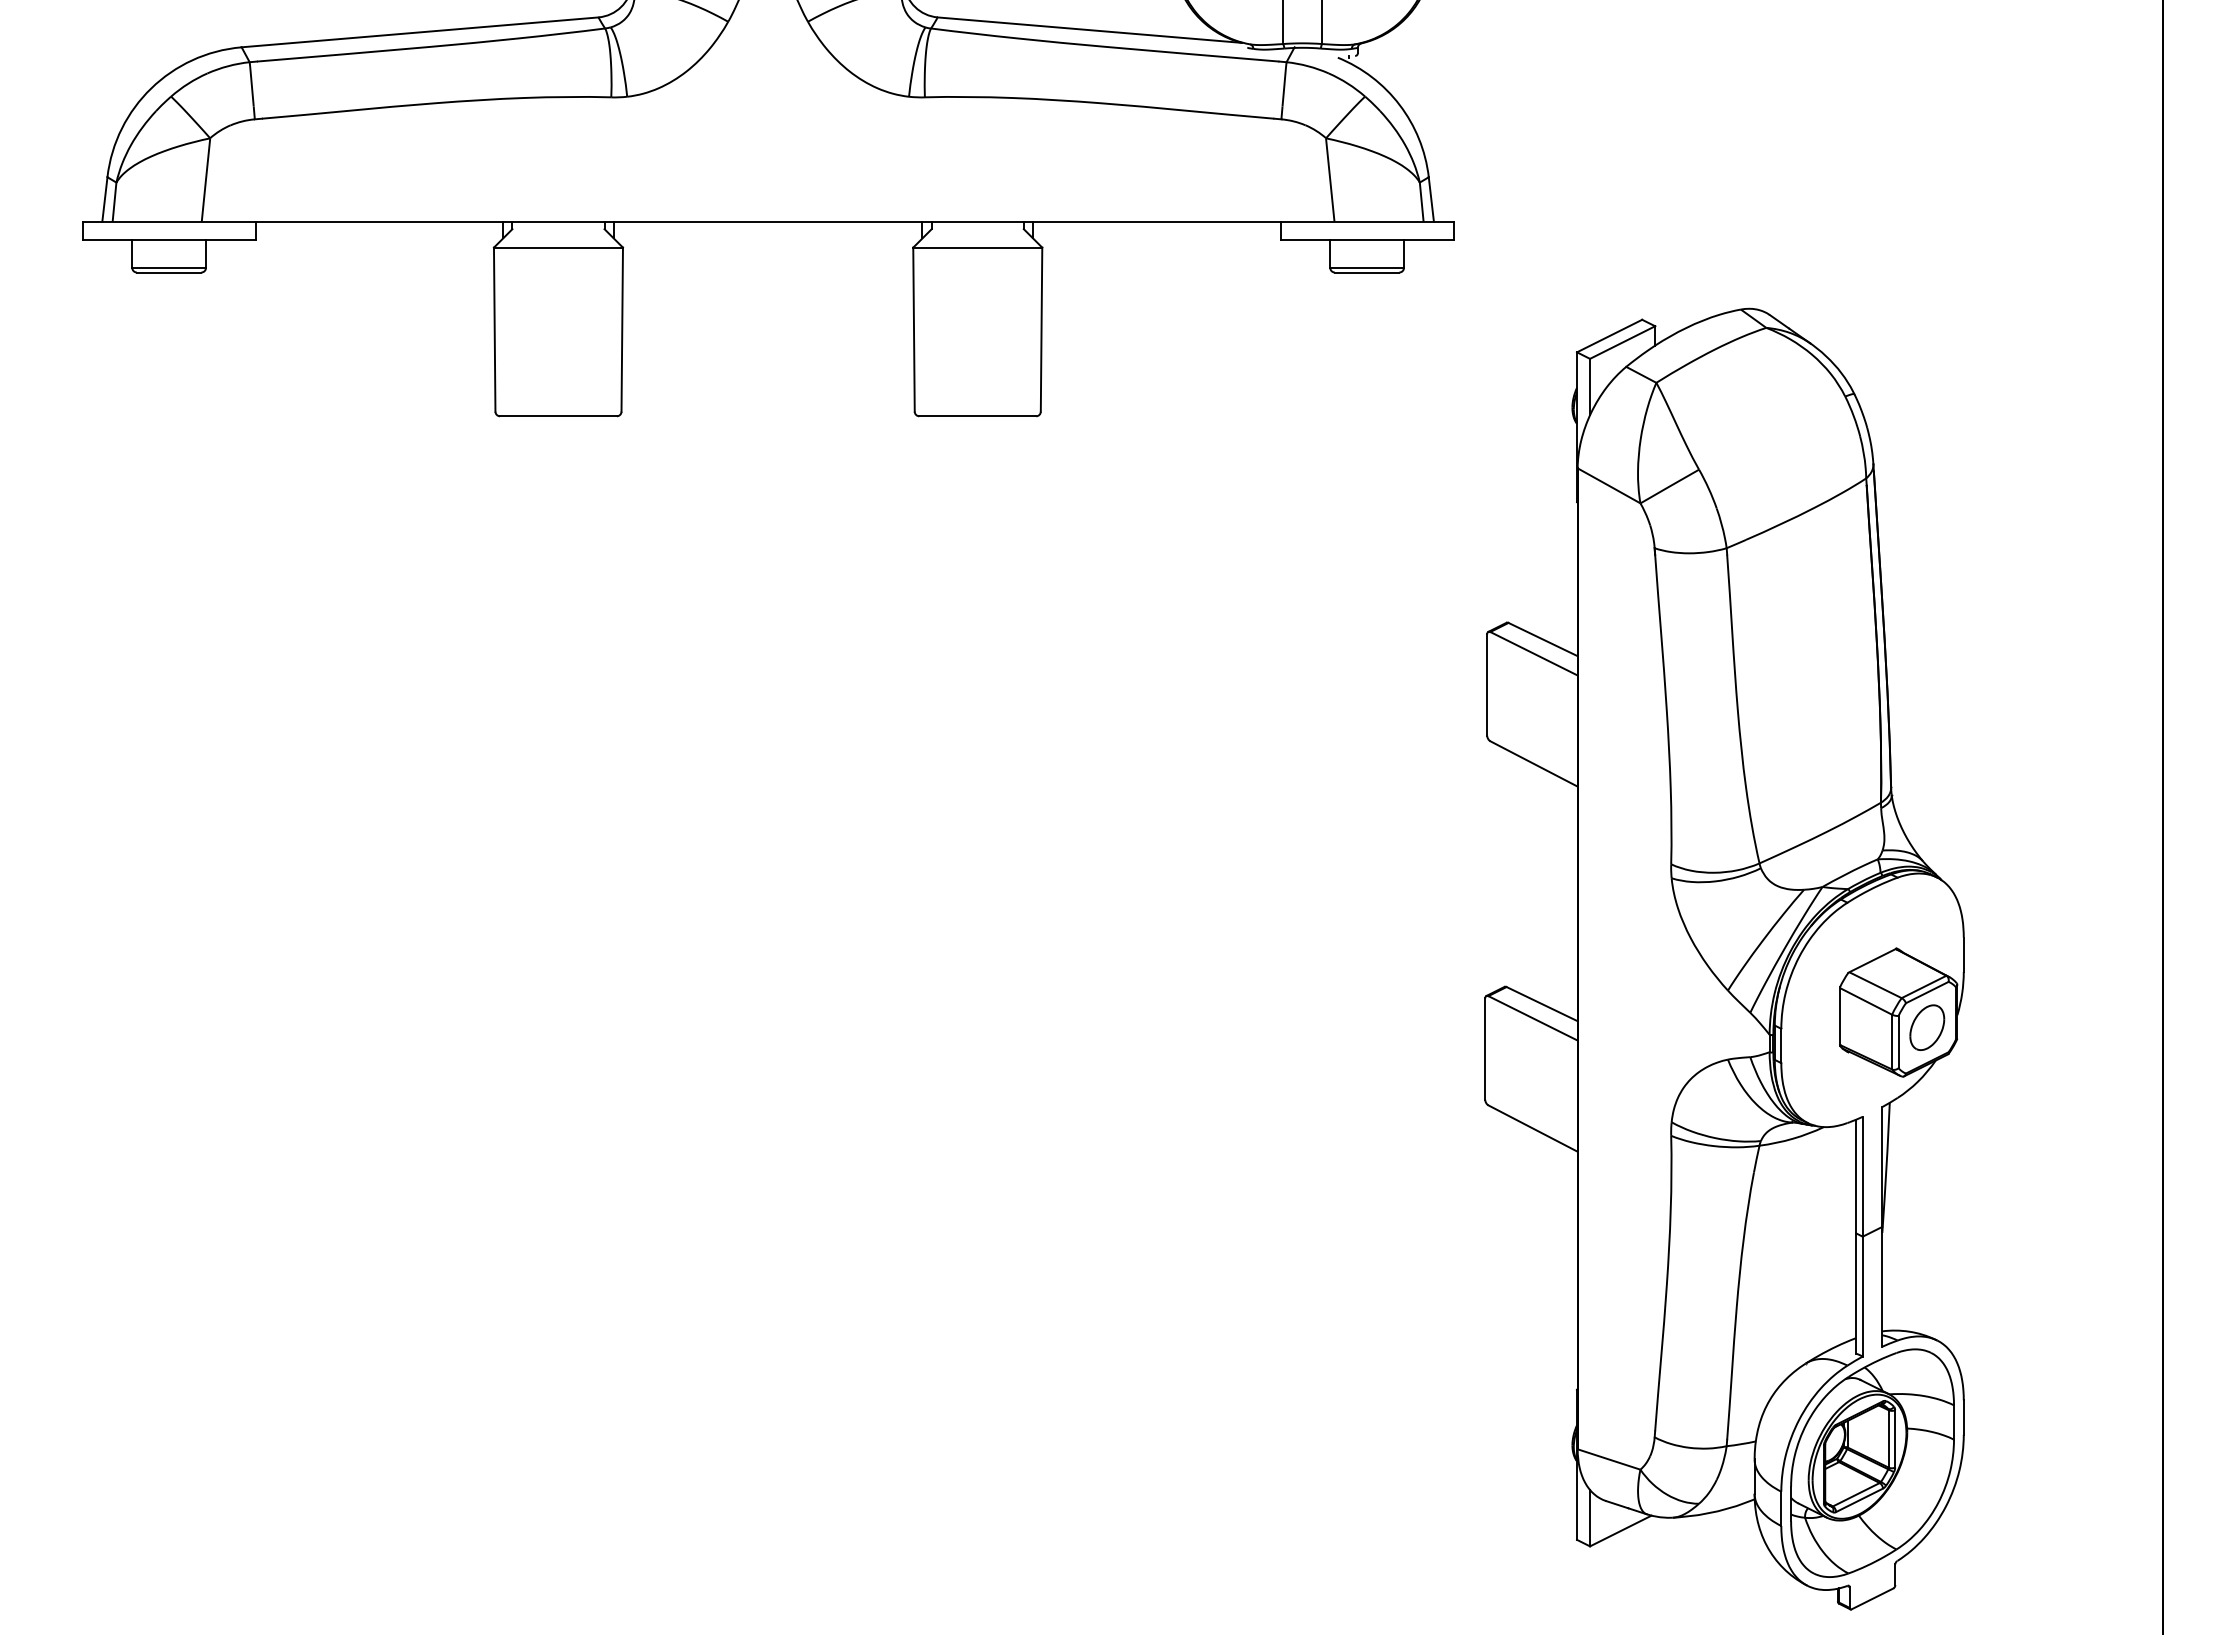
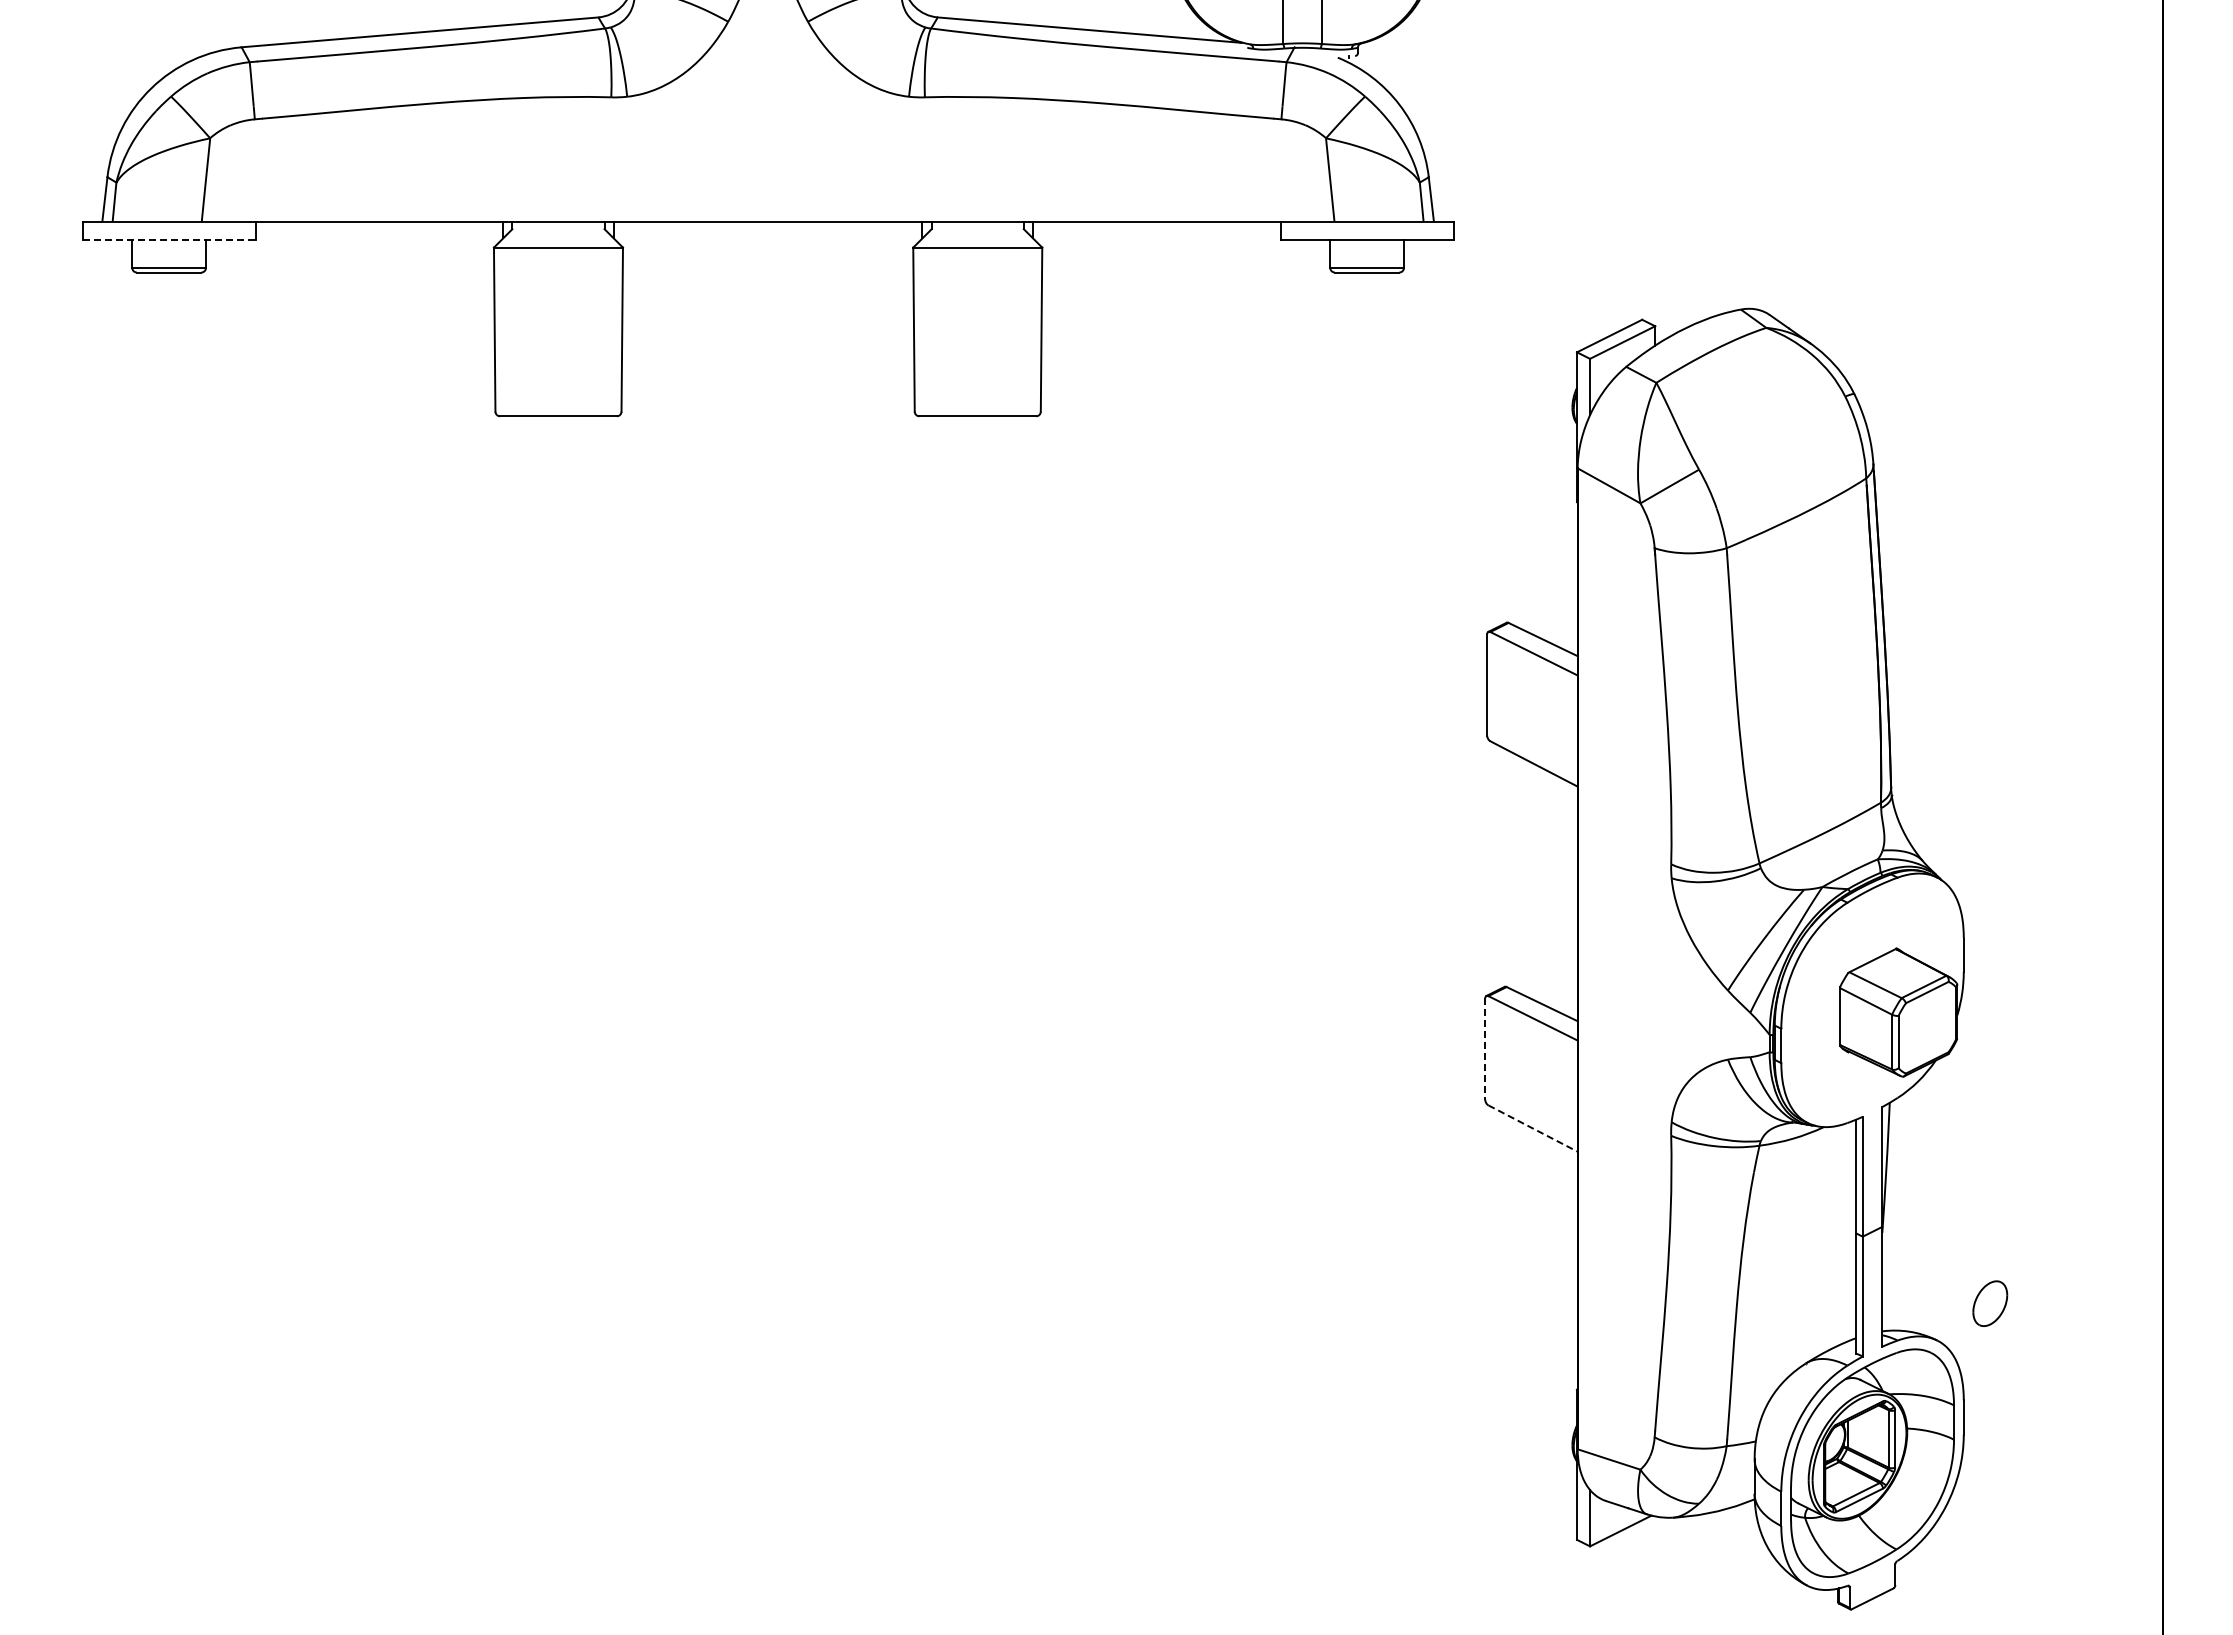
line at (169, 240): solid -> dashed
part at (1927, 1027) position: (1927, 1027) -> (1990, 1303)
line at (1485, 1049): solid -> dashed
line at (1533, 1128): solid -> dashed
